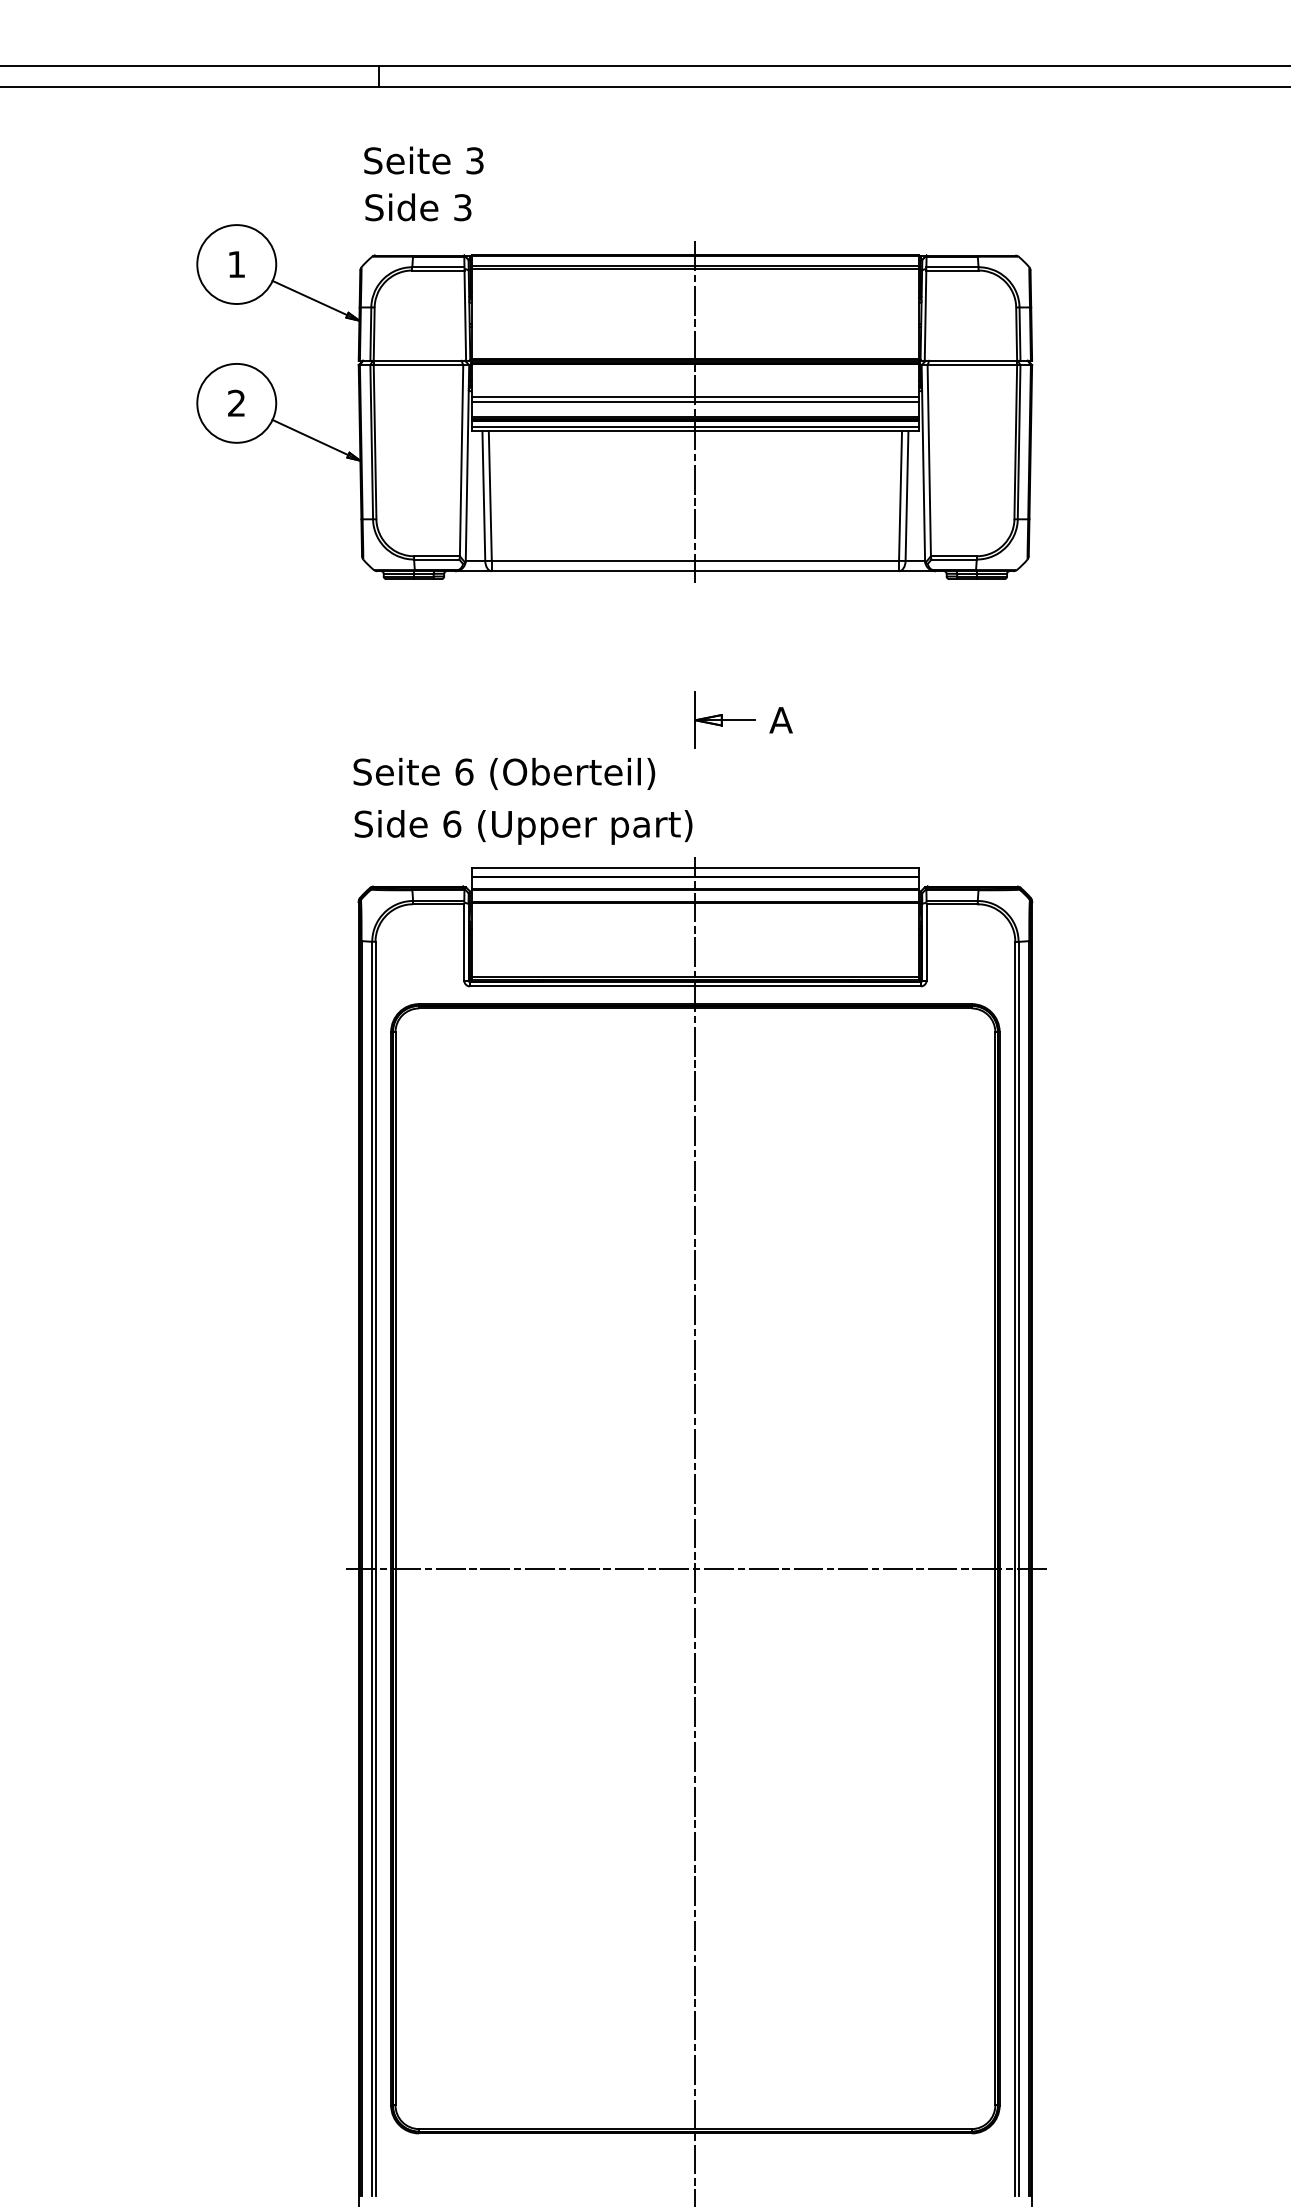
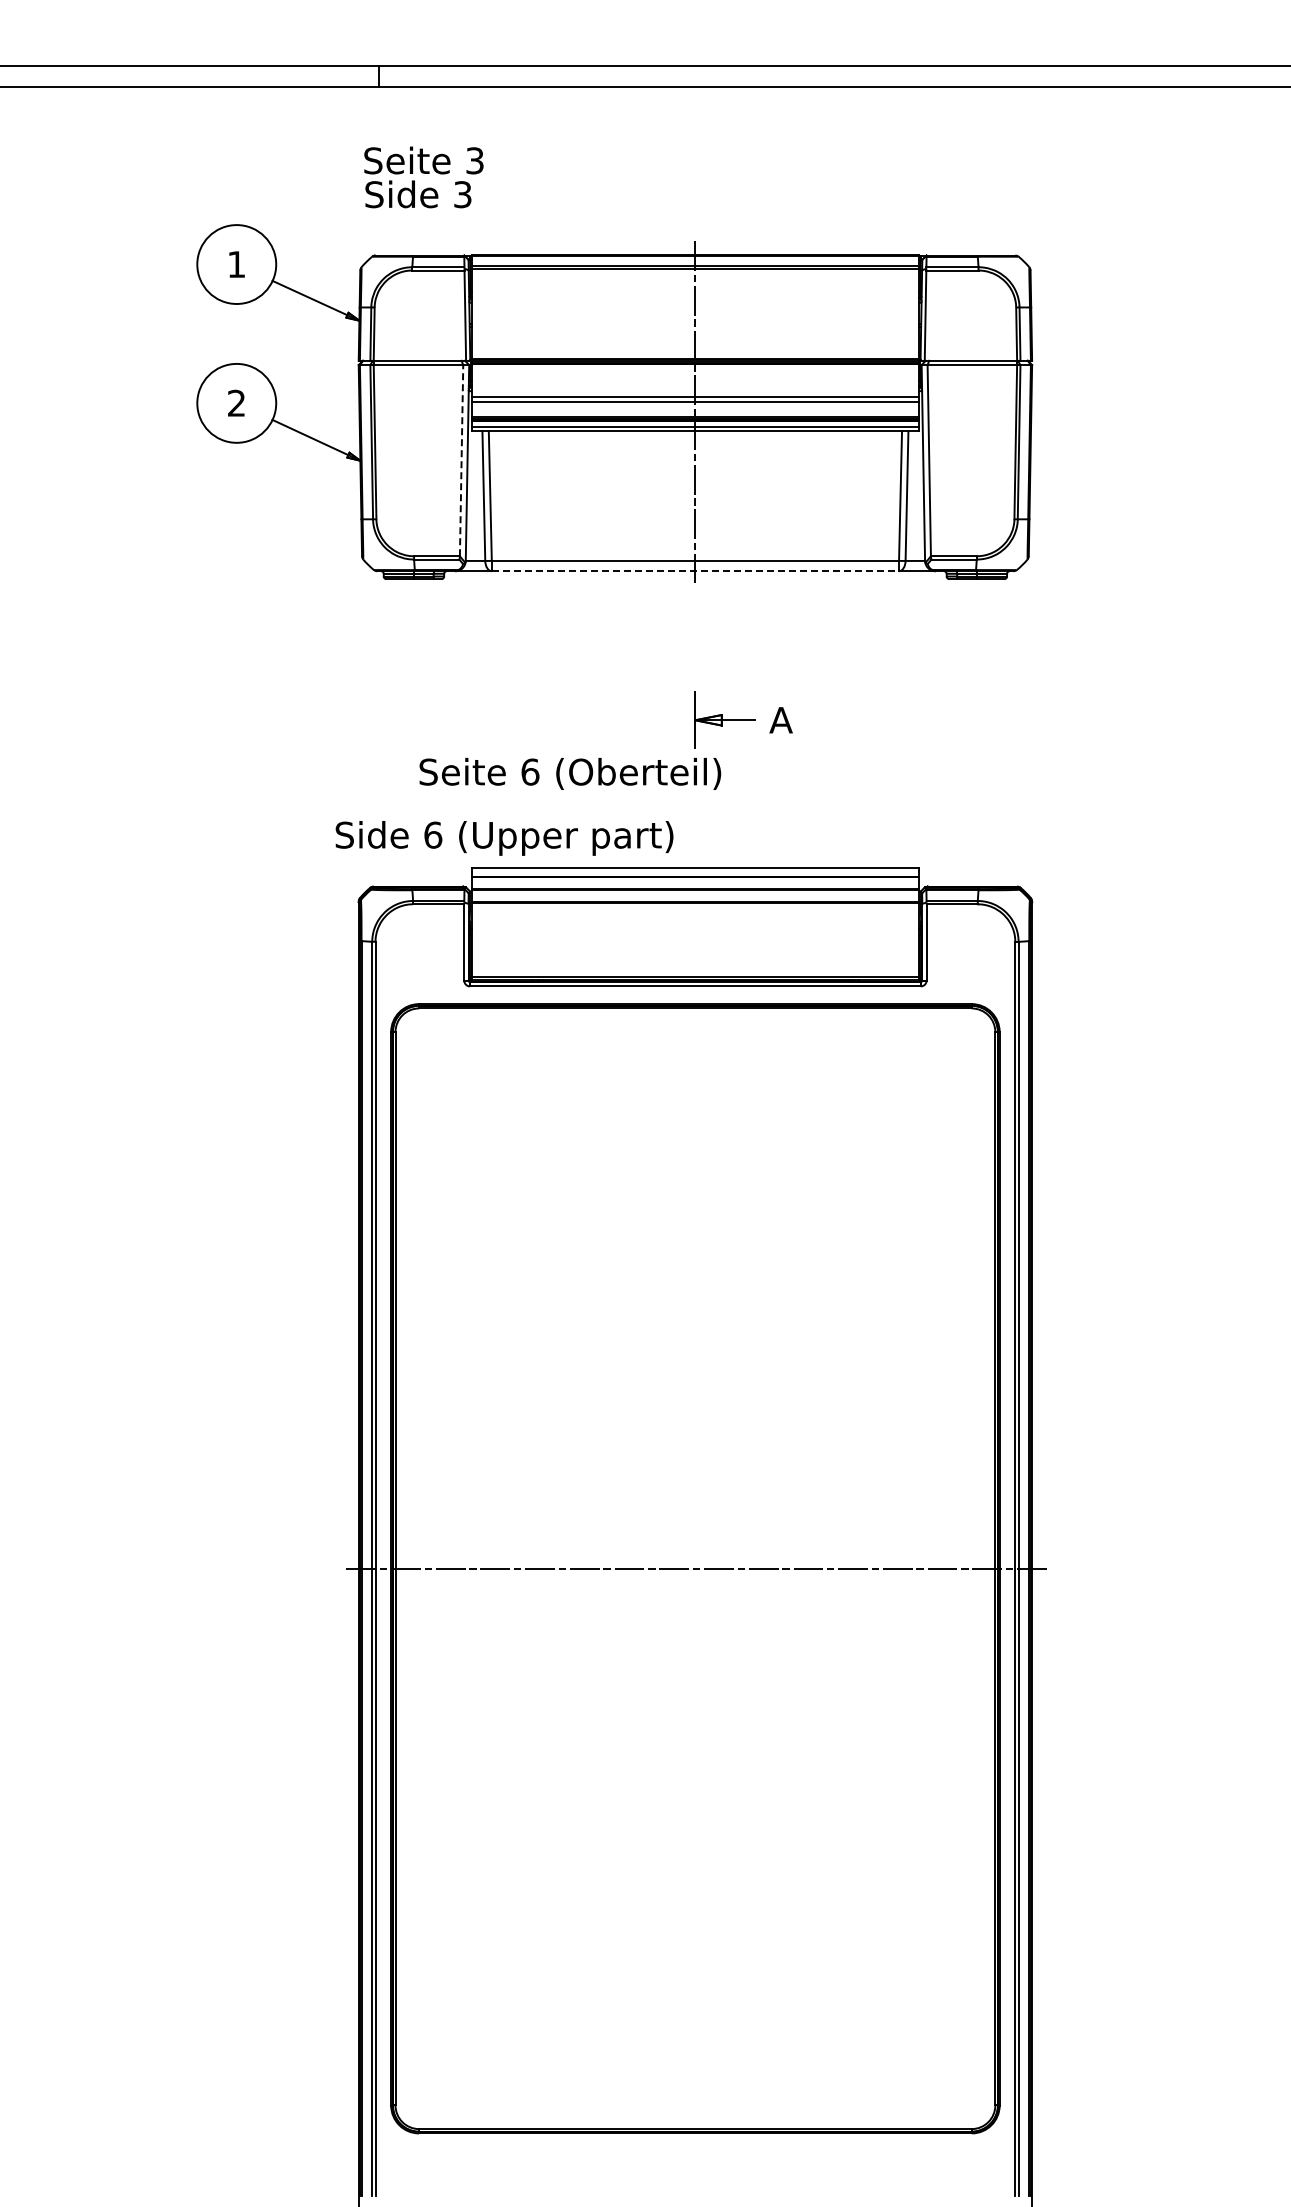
text at (418, 207) position: (418, 207) -> (418, 194)
line at (461, 460): solid -> dashed
line at (695, 571): solid -> dashed
text at (504, 773) position: (504, 773) -> (570, 773)
text at (523, 827) position: (523, 827) -> (504, 838)
line at (695, 1529): present -> none
